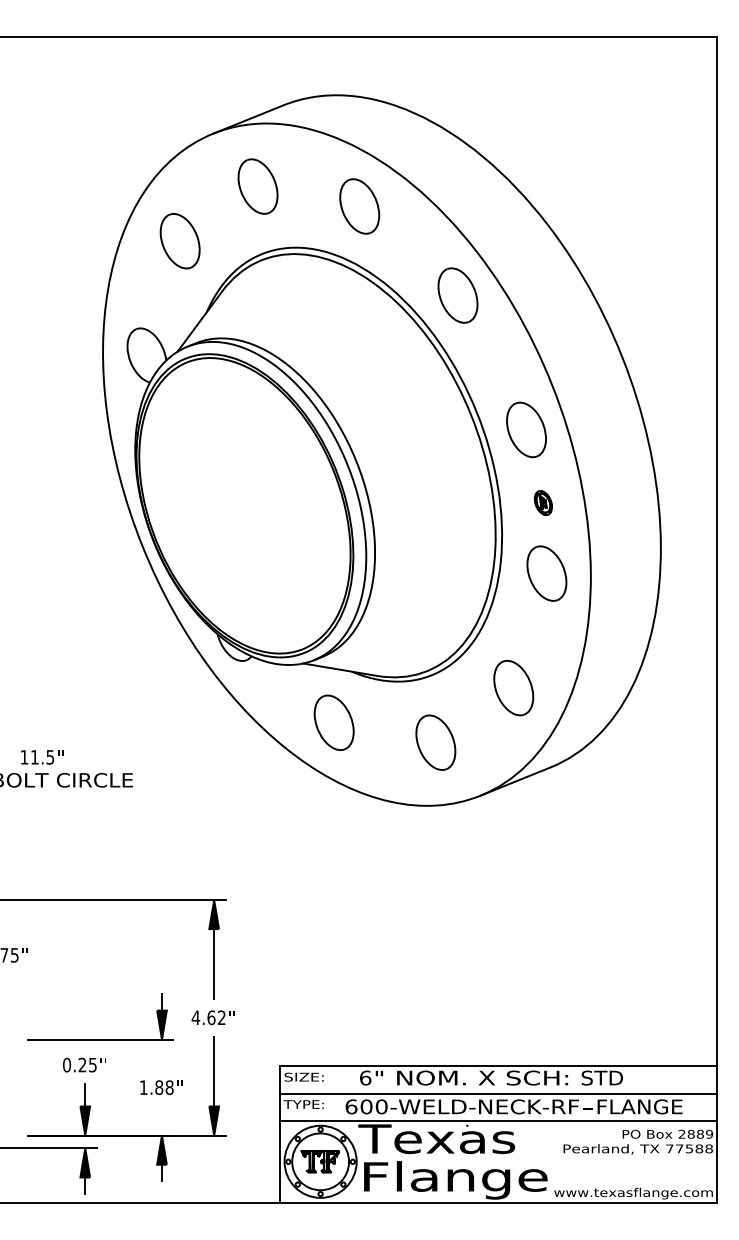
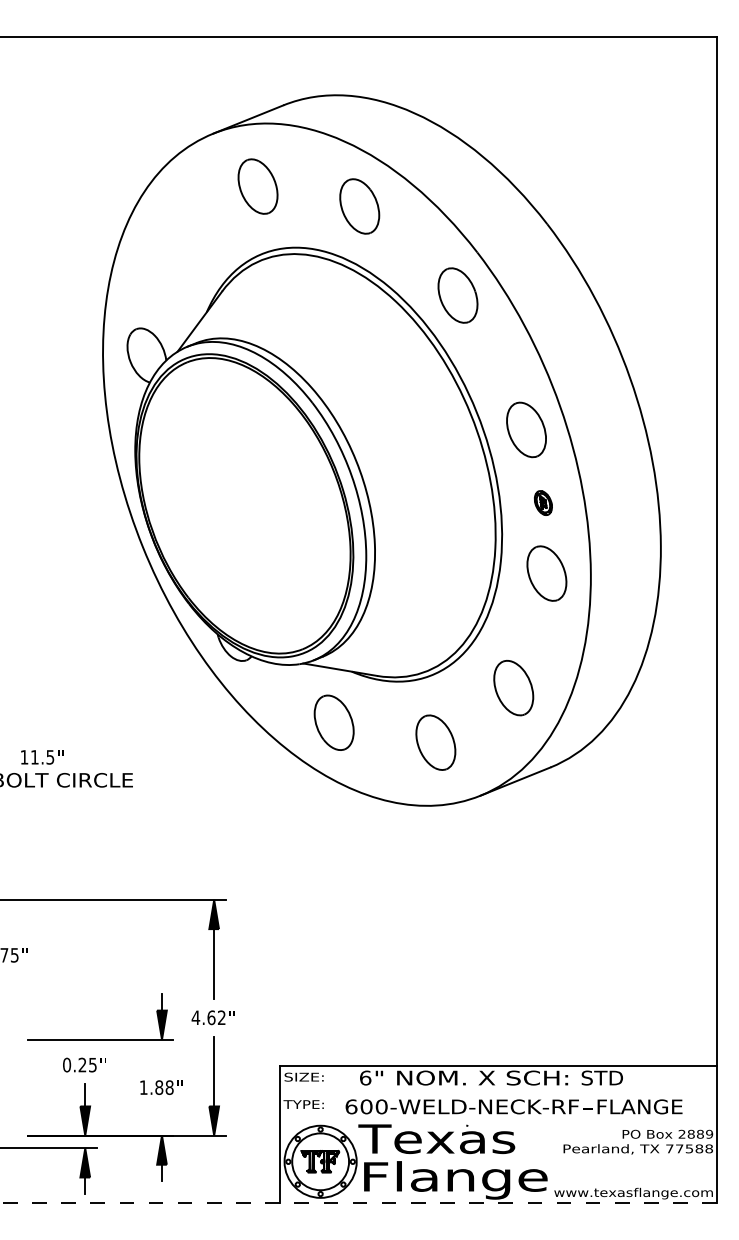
part at (179, 241): present -> none
line at (497, 1093): present -> none
line at (497, 1120): present -> none
line at (359, 1202): solid -> dashed
